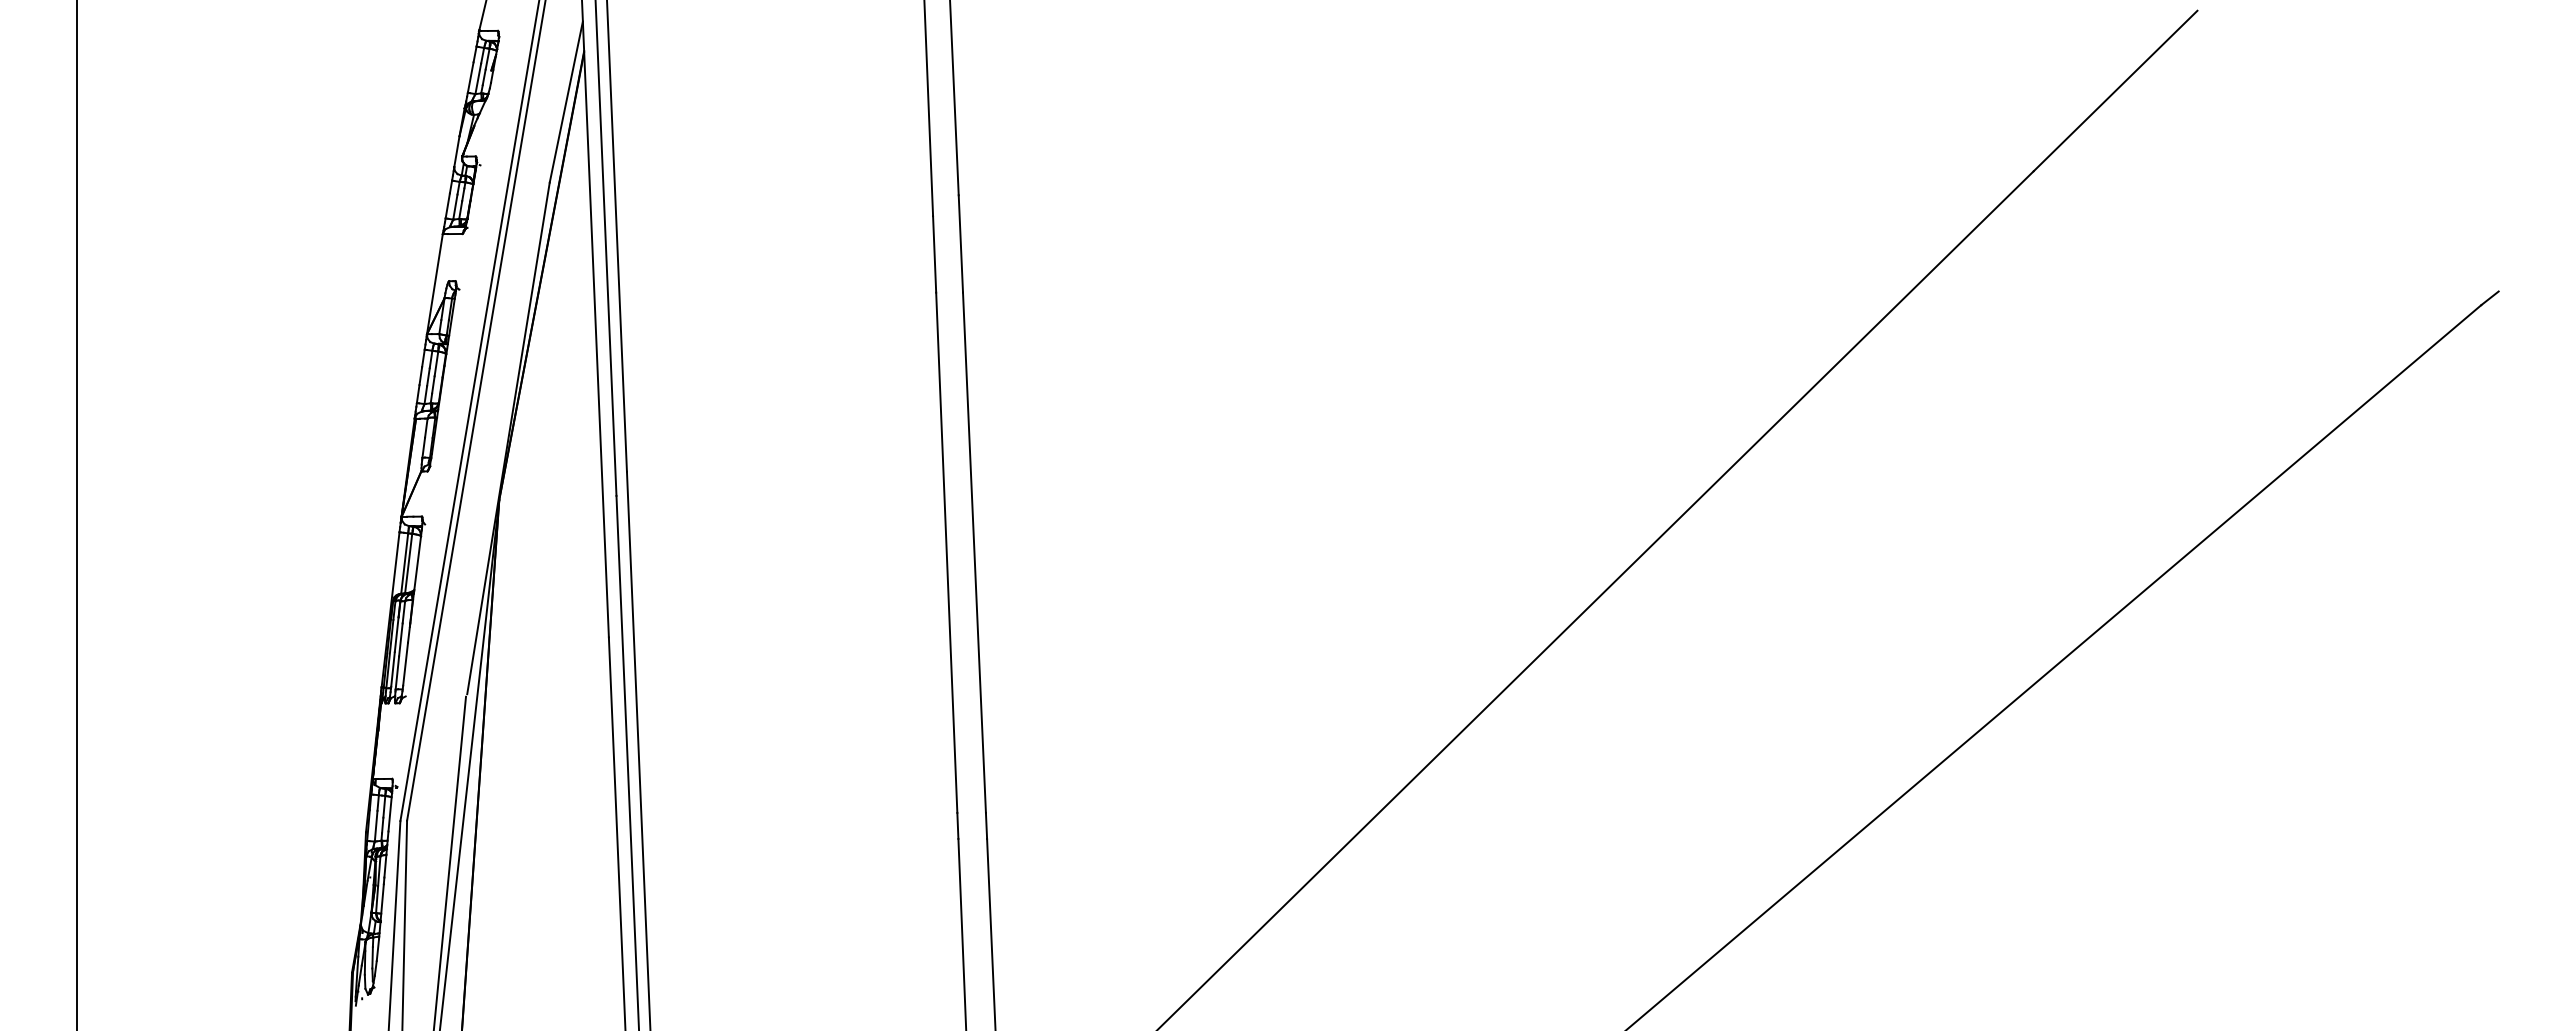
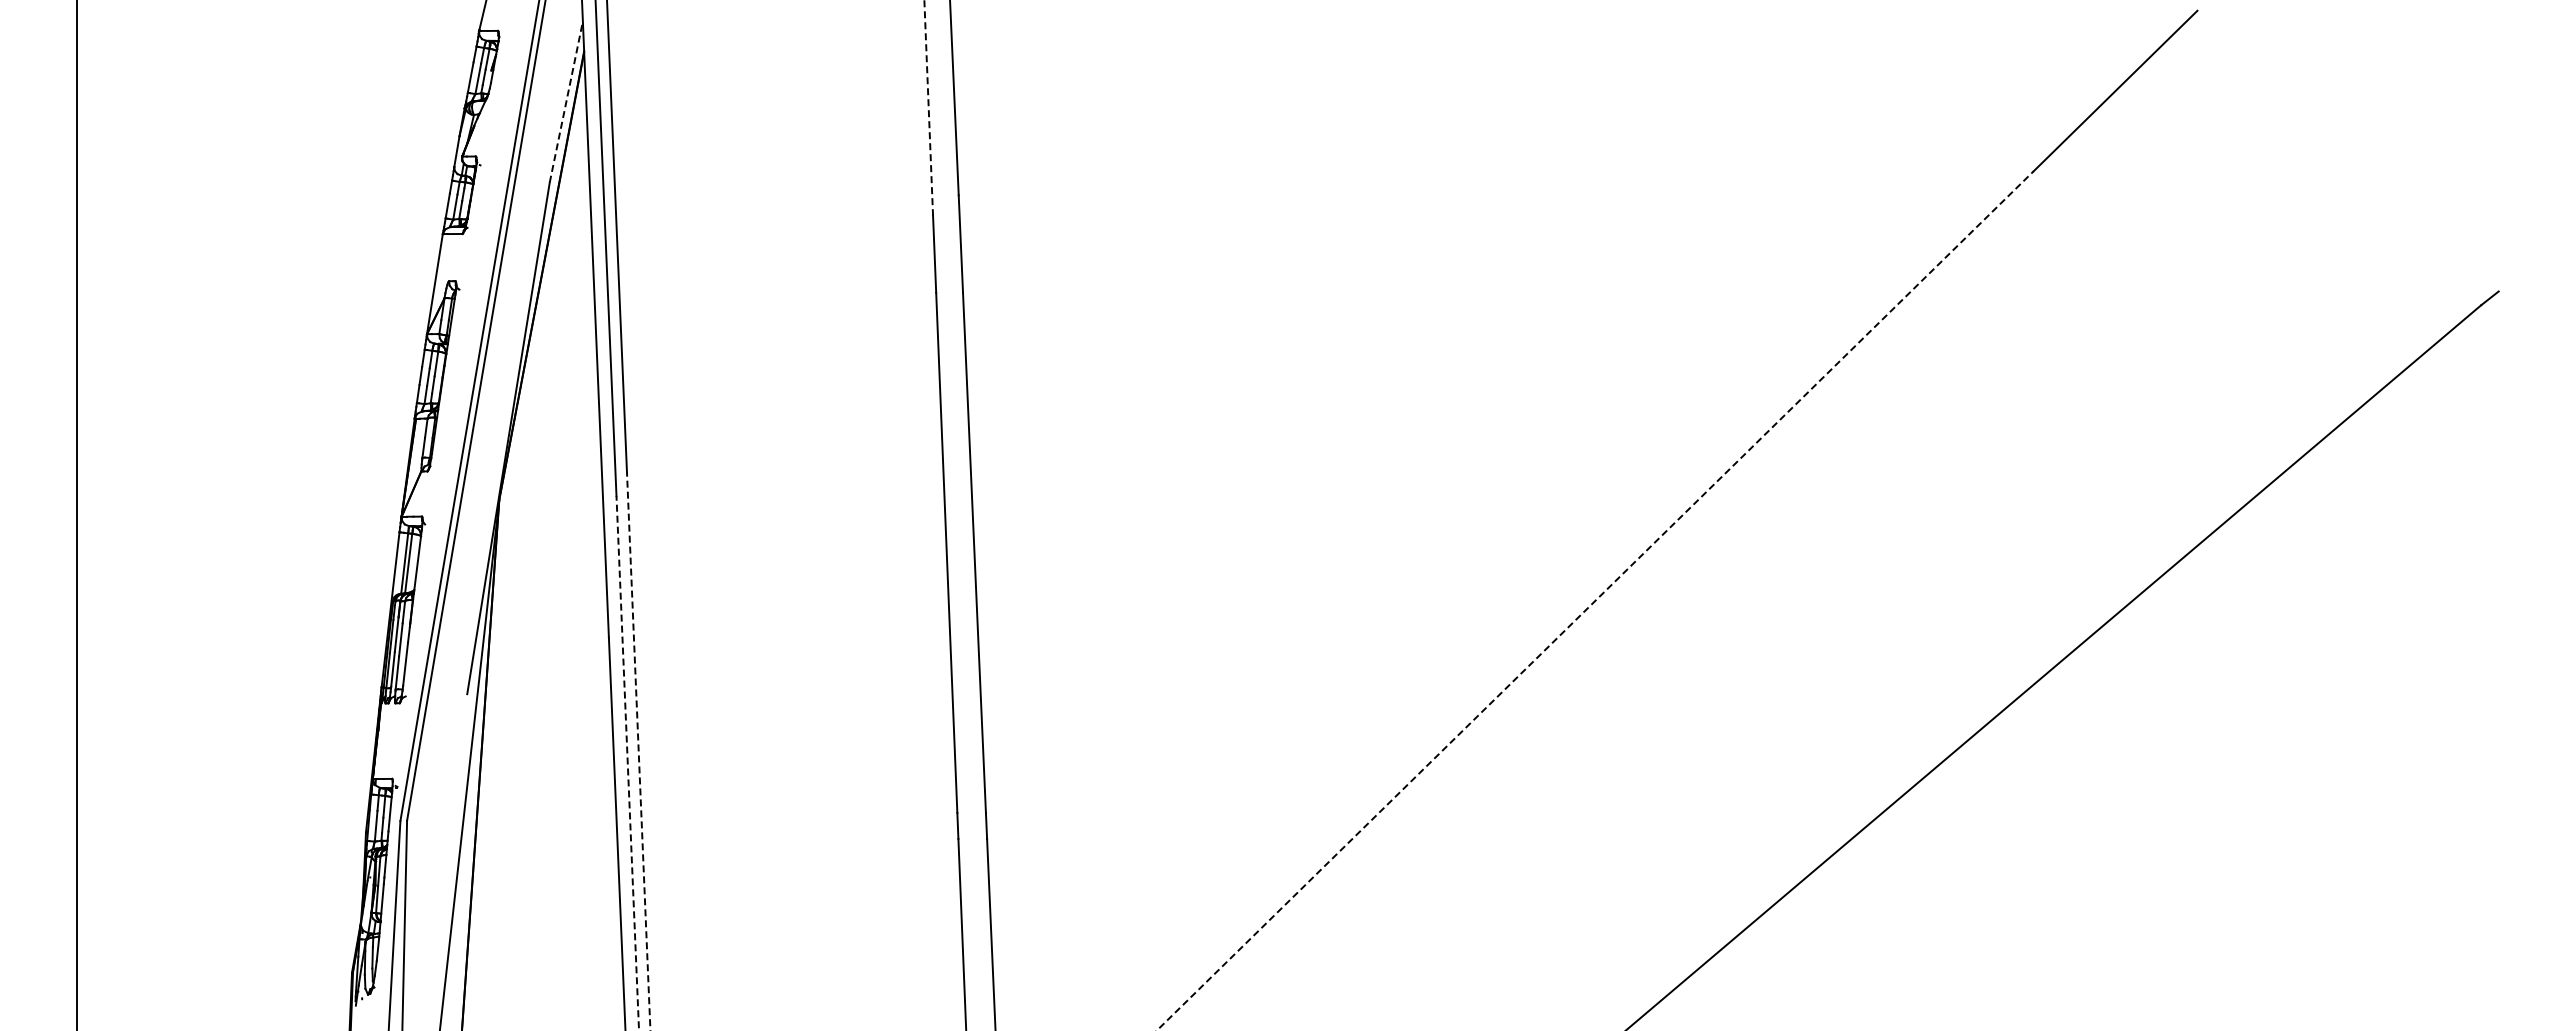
line at (566, 101): solid -> dashed
line at (928, 108): solid -> dashed
line at (1595, 600): solid -> dashed
line at (638, 750): solid -> dashed
line at (627, 762): solid -> dashed
line at (450, 861): present -> none
